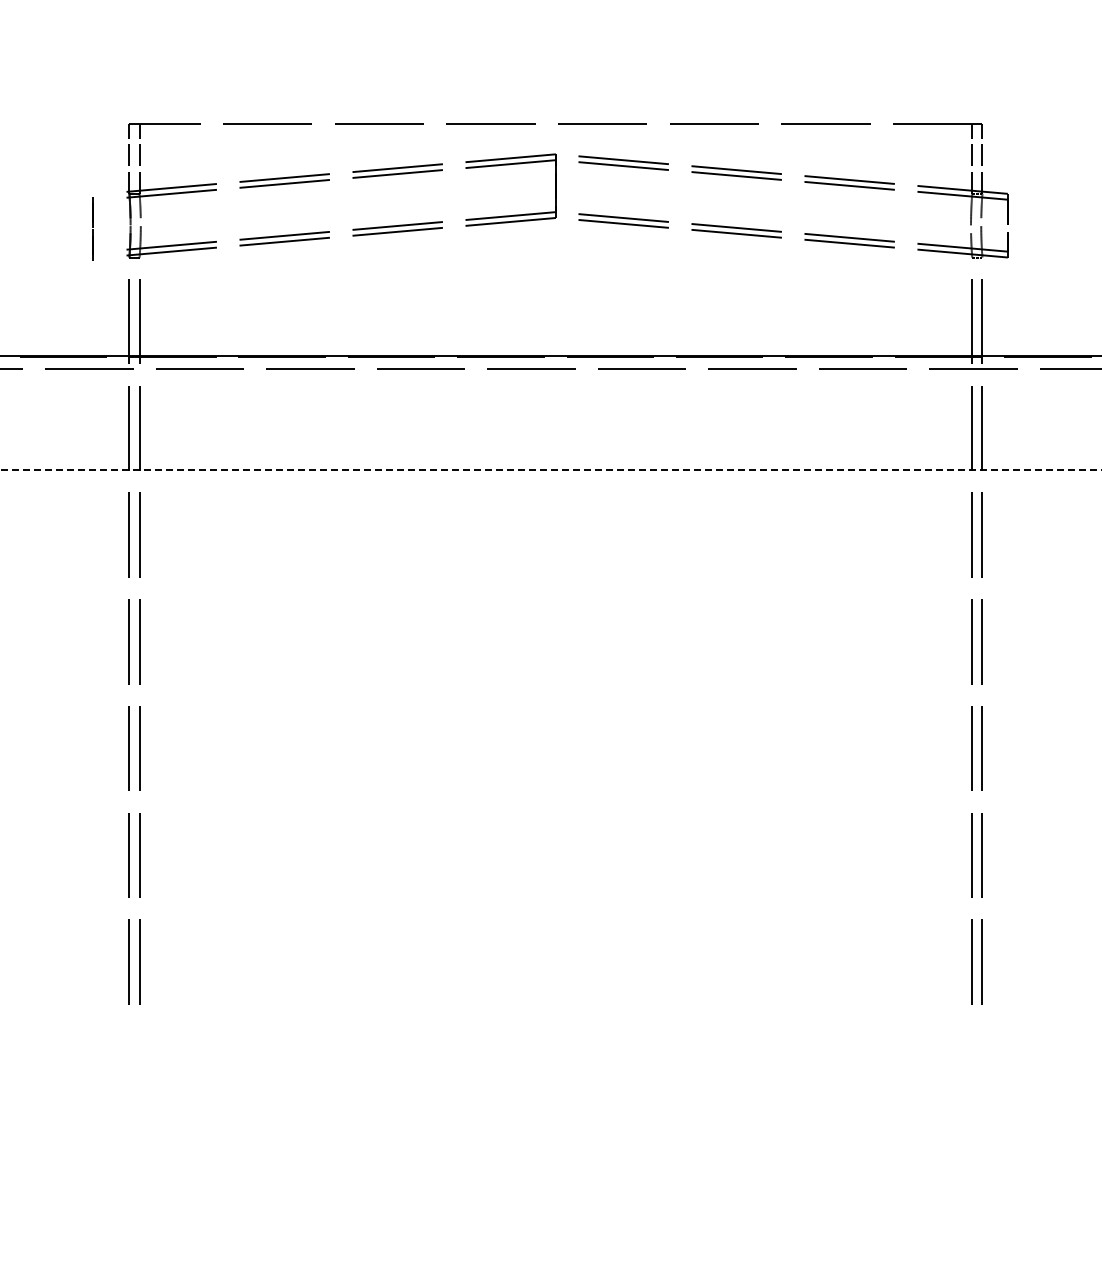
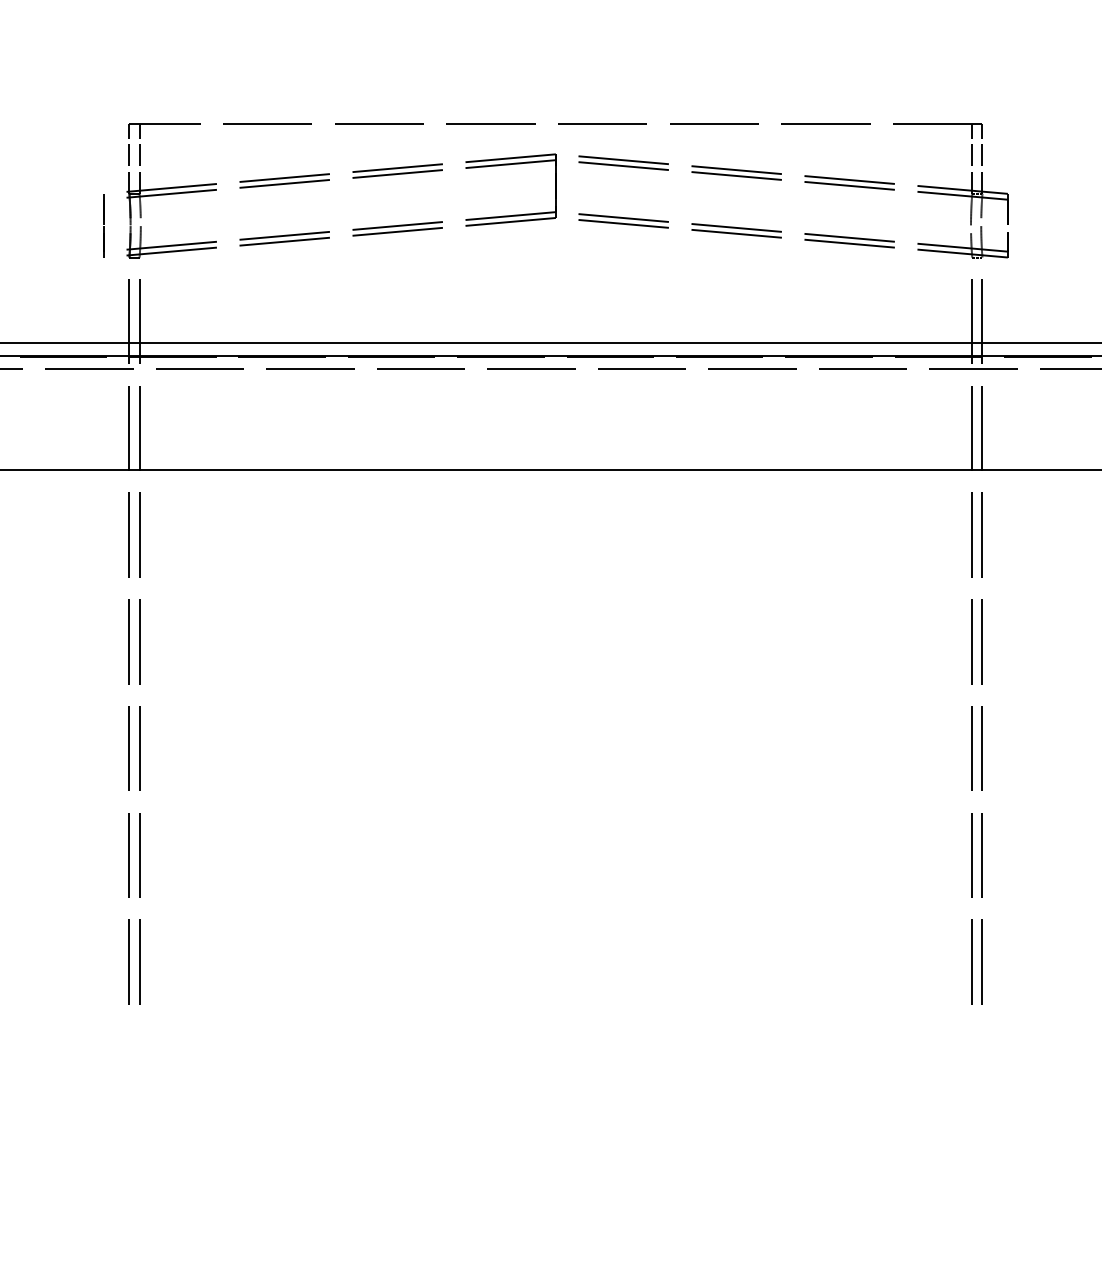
line at (92, 227) position: (92, 227) -> (103, 224)
line at (550, 343): none -> present
line at (551, 470): dashed -> solid
